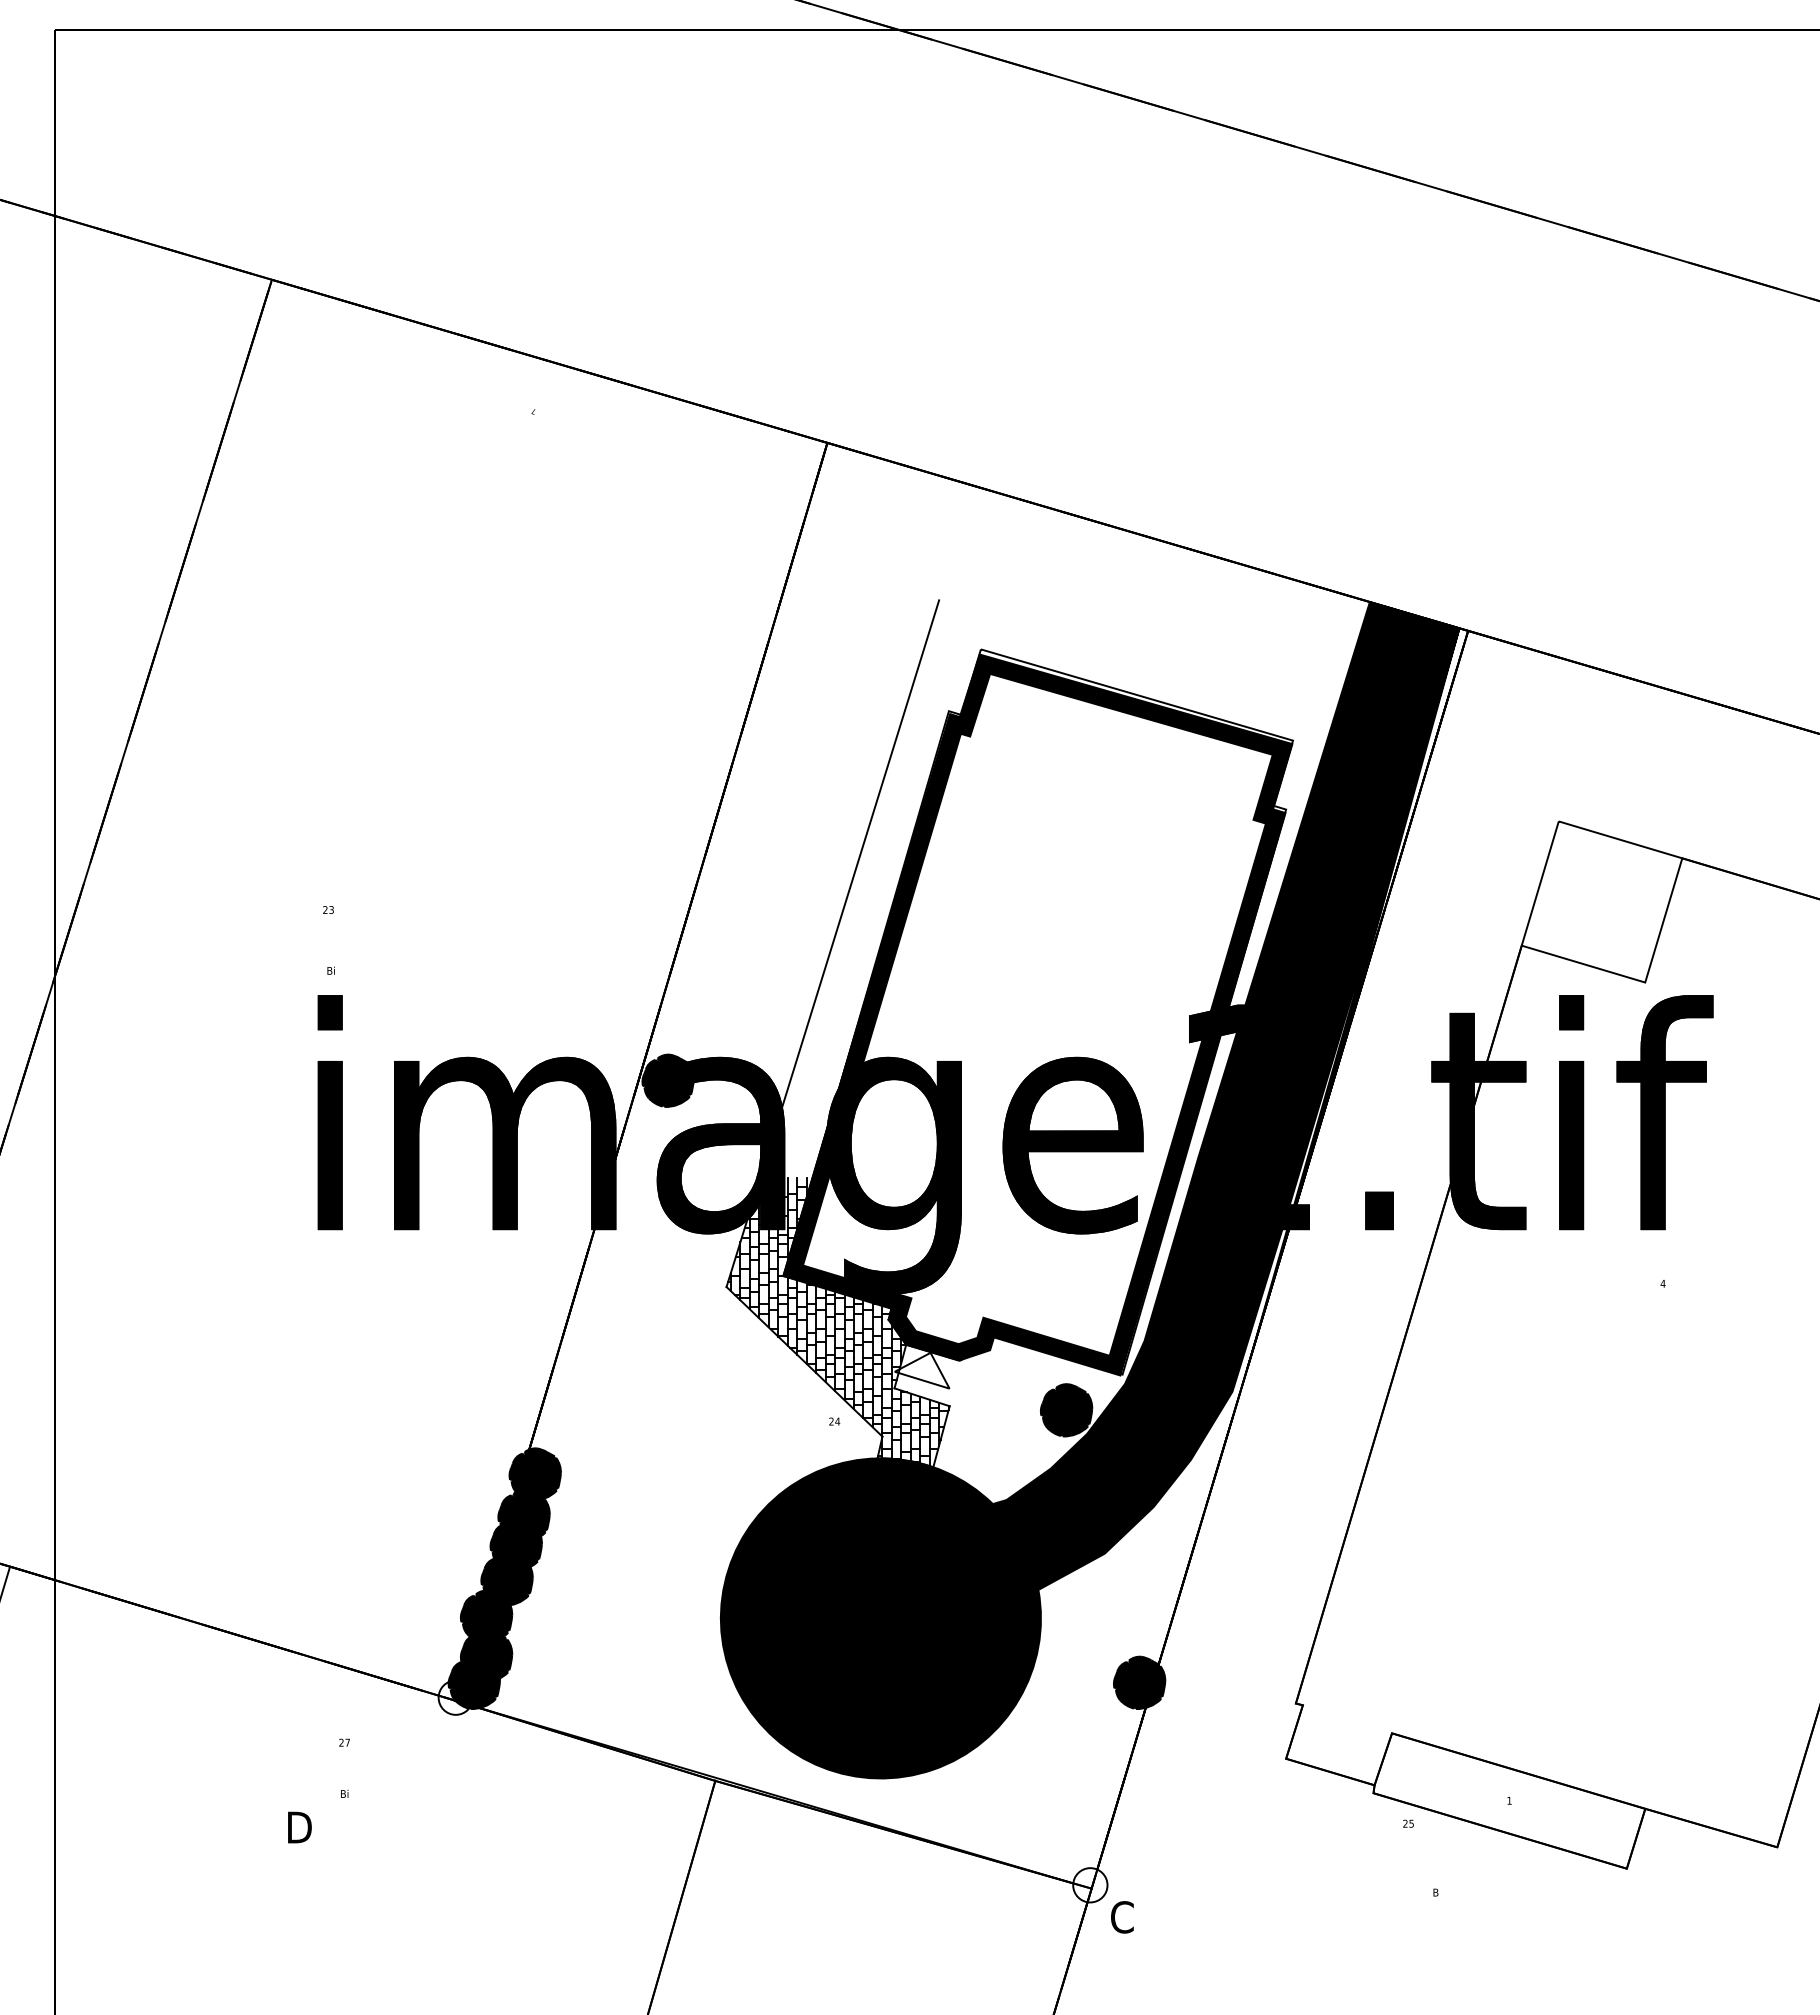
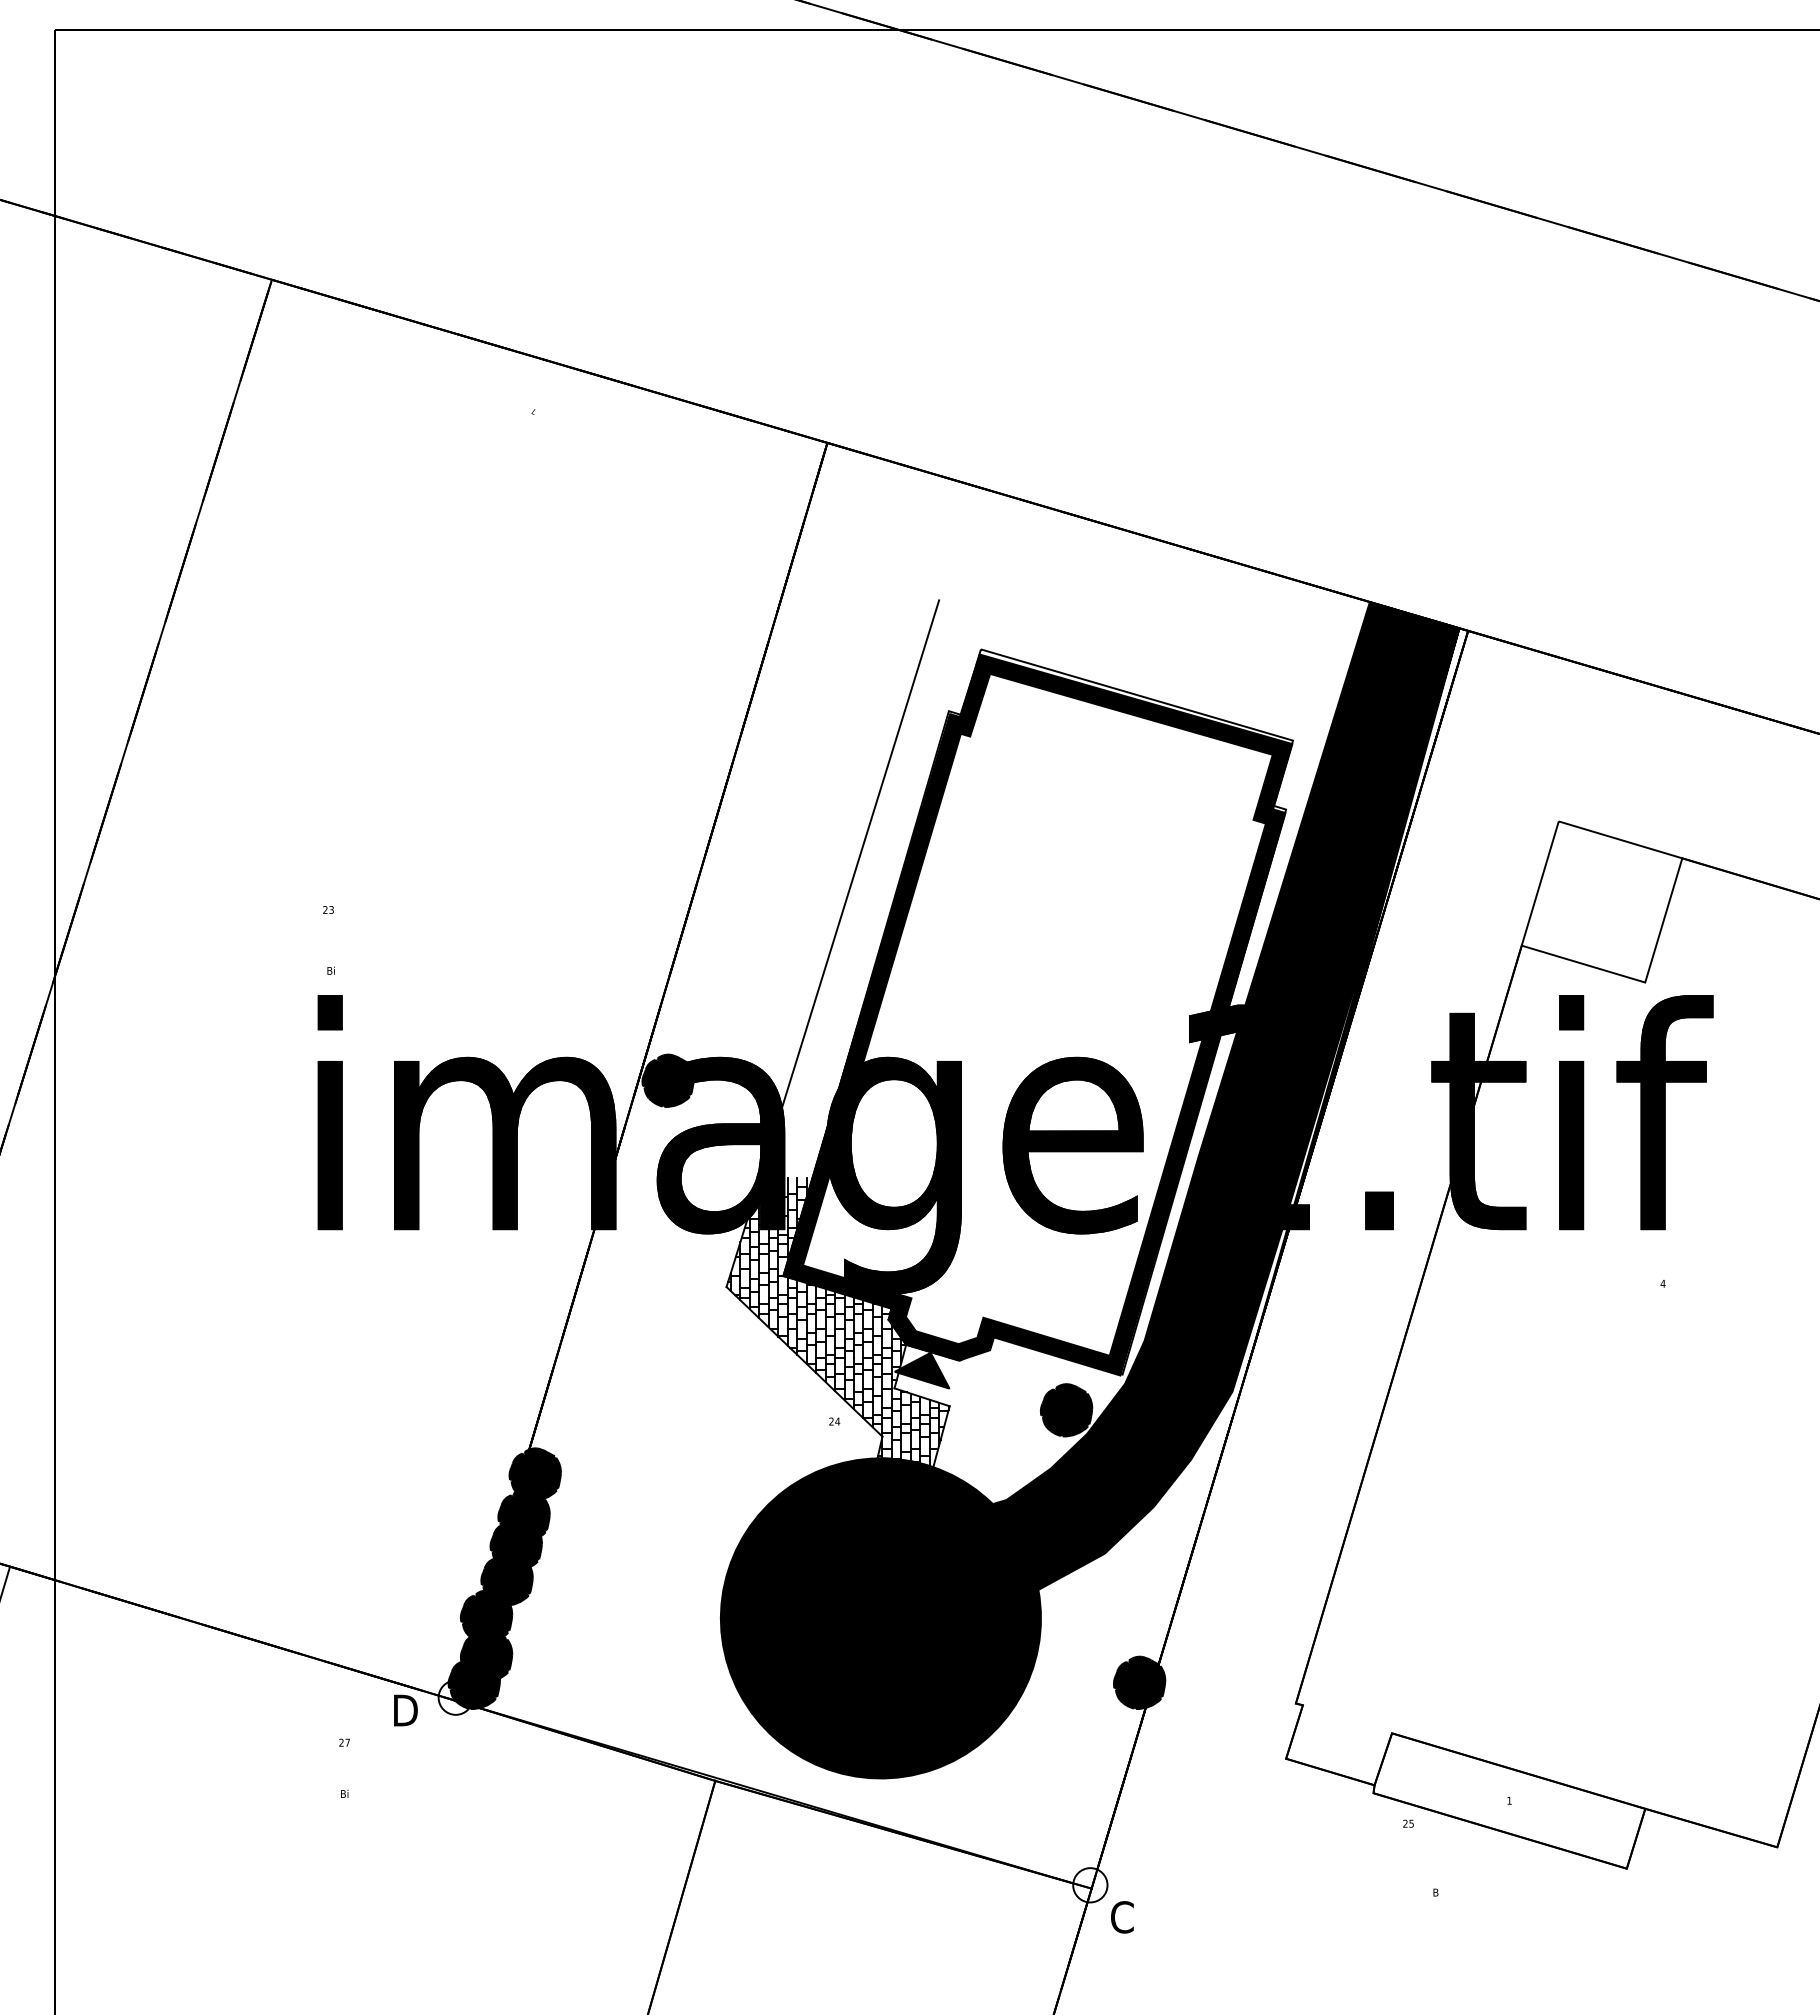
fill at (921, 1370): none -> present
text at (299, 1827) position: (299, 1827) -> (405, 1710)
